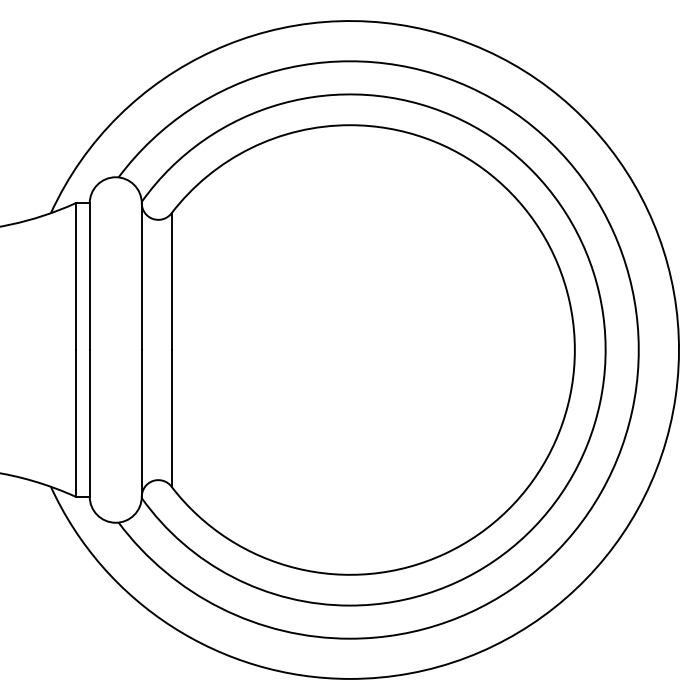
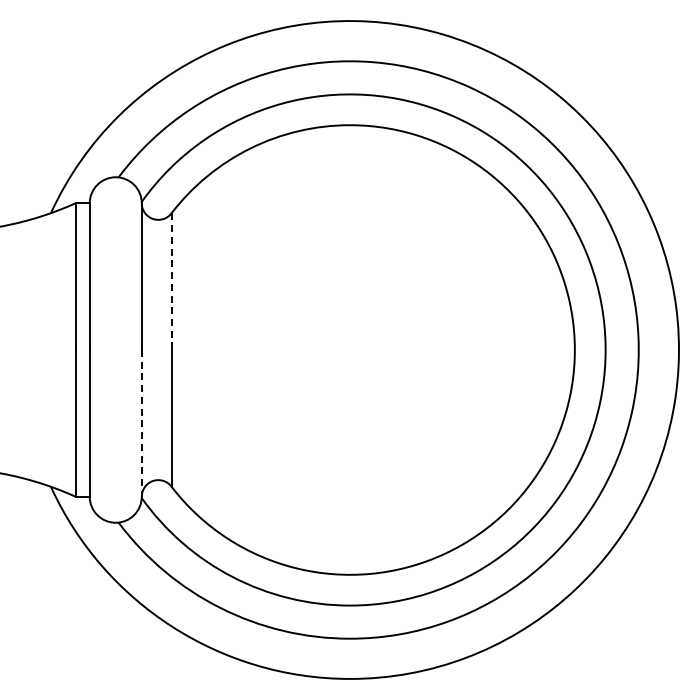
line at (171, 282): solid -> dashed
line at (141, 423): solid -> dashed
